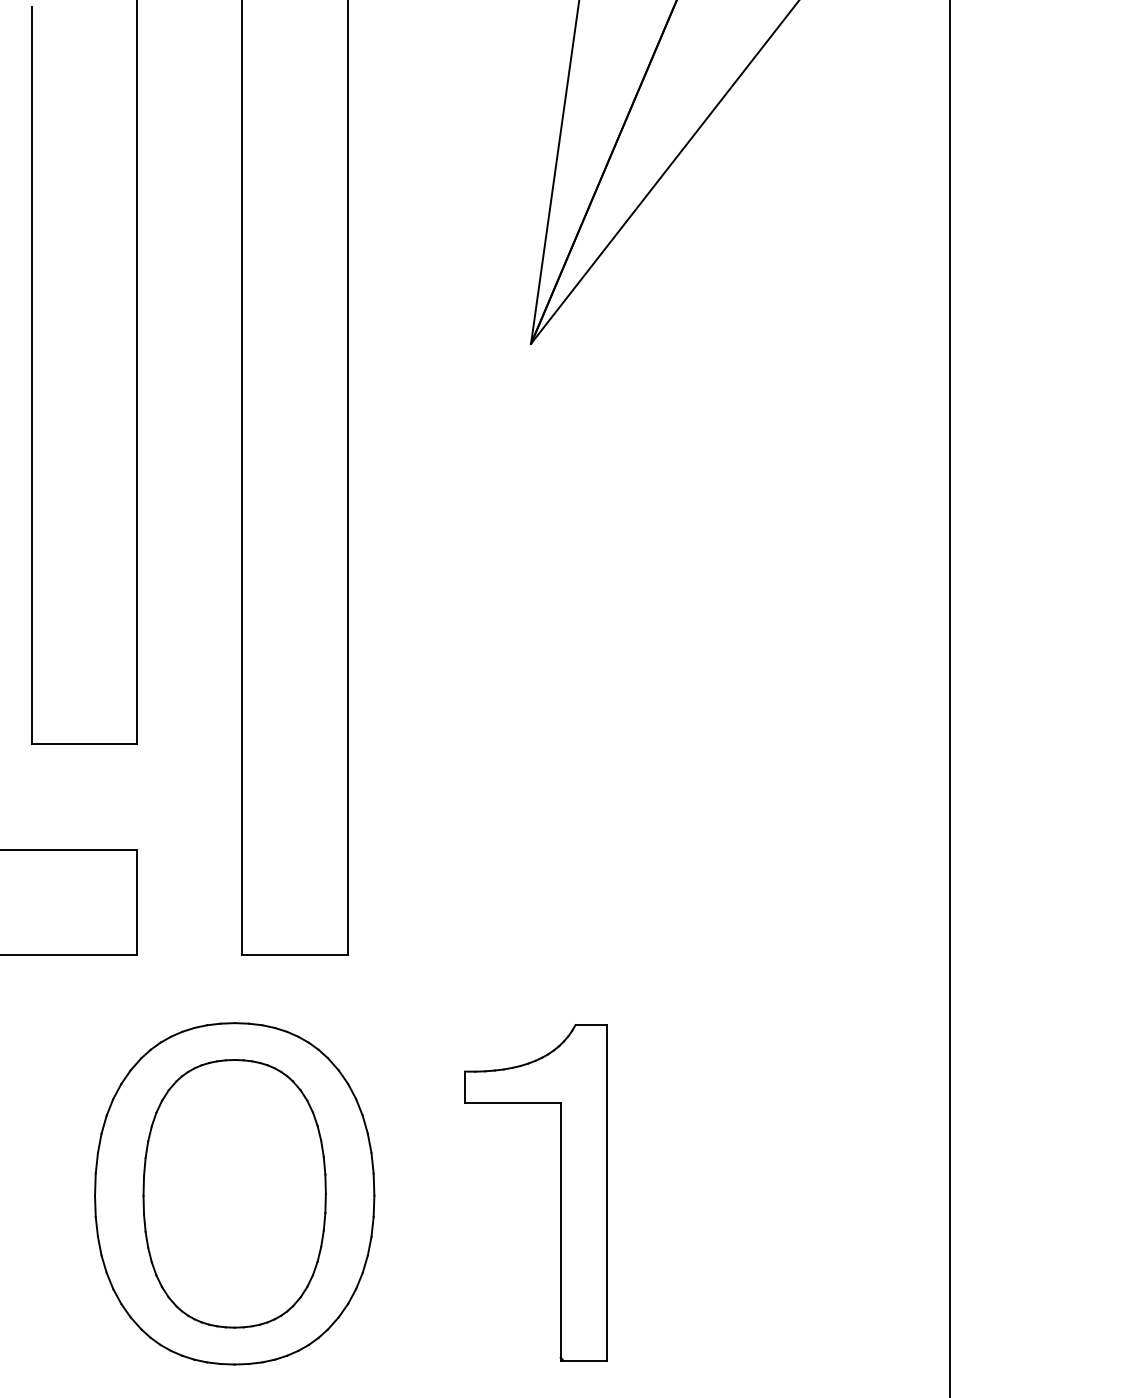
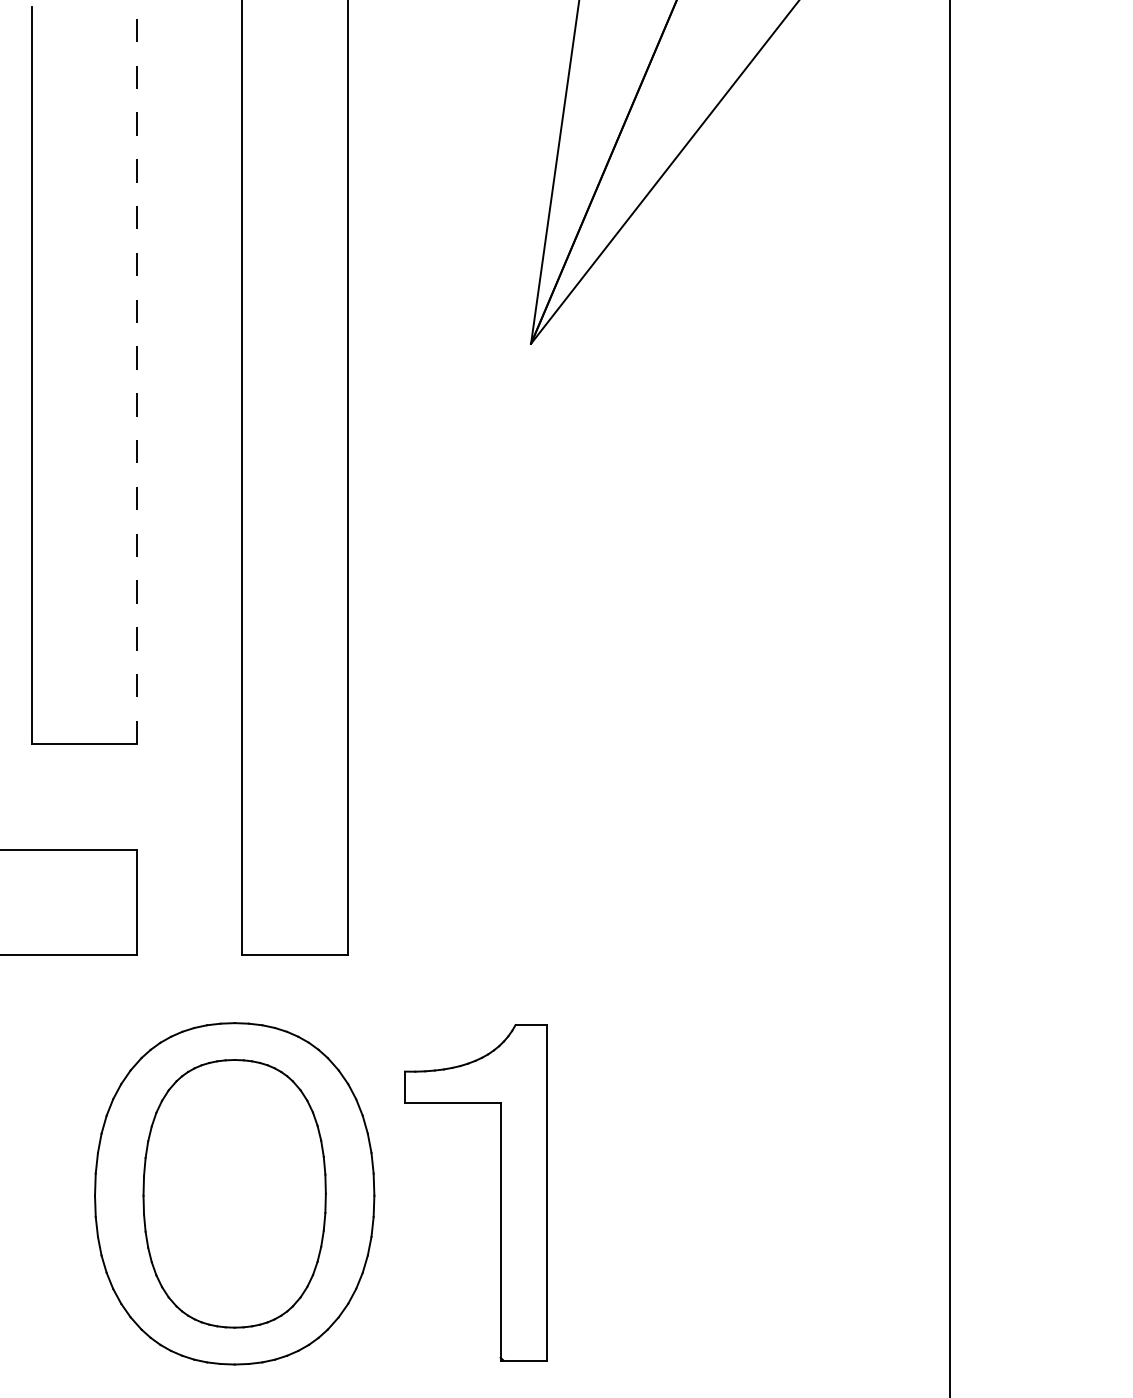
line at (137, 372): solid -> dashed
part at (560, 1192) position: (560, 1192) -> (500, 1192)
